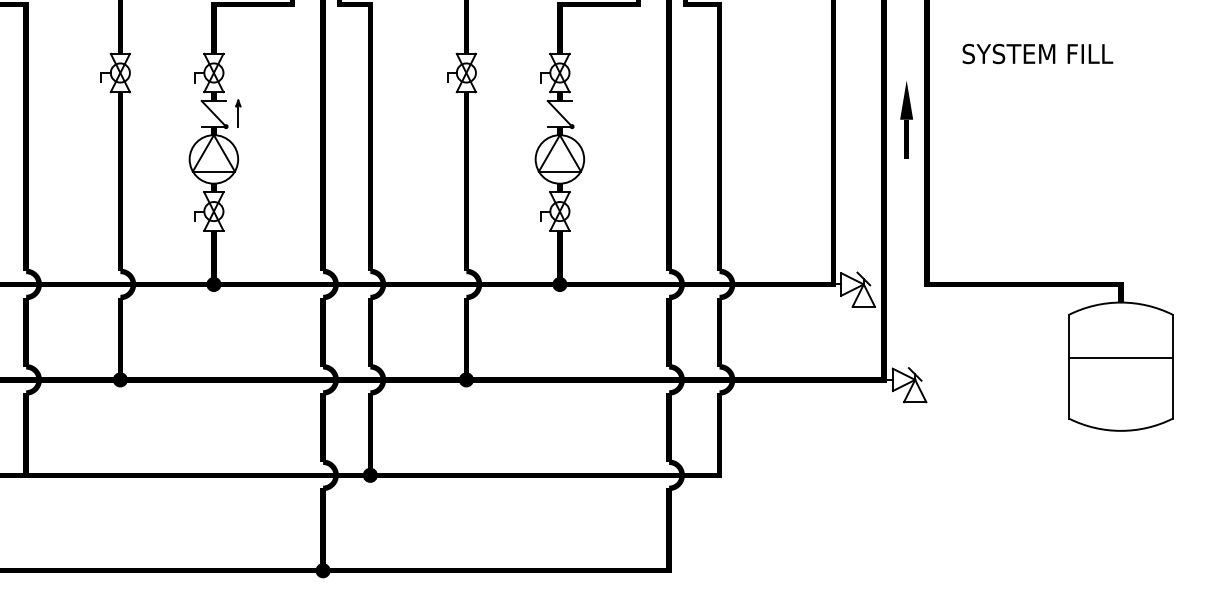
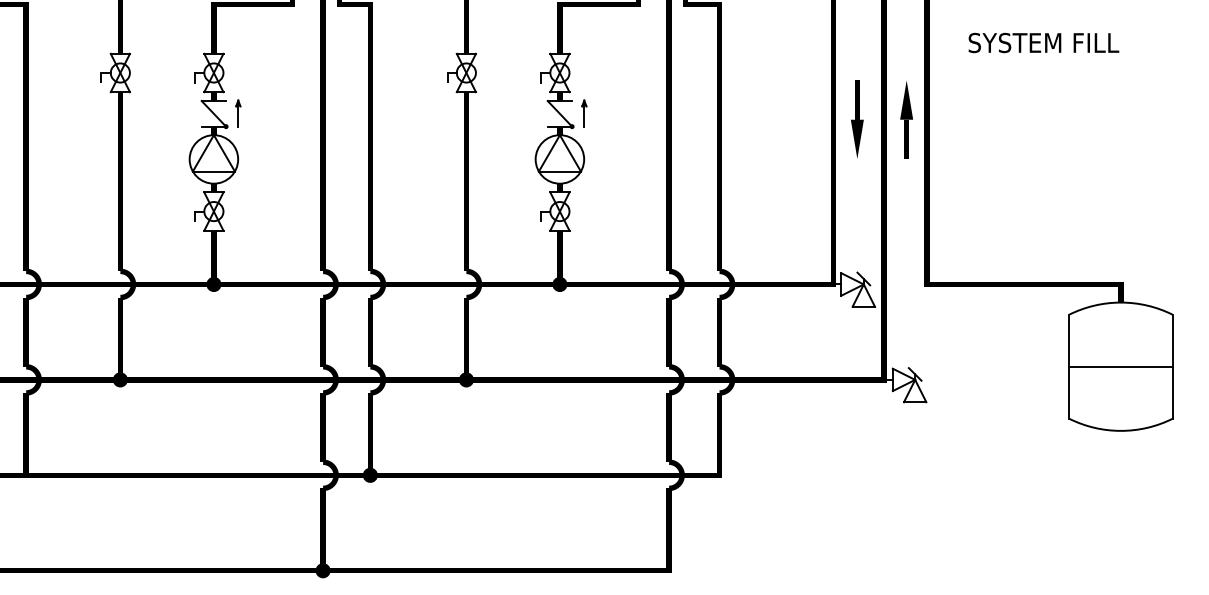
text at (1037, 53) position: (1037, 53) -> (1043, 42)
part at (584, 113): none -> present
part at (857, 119): none -> present
line at (1120, 357) position: (1120, 357) -> (1120, 366)
